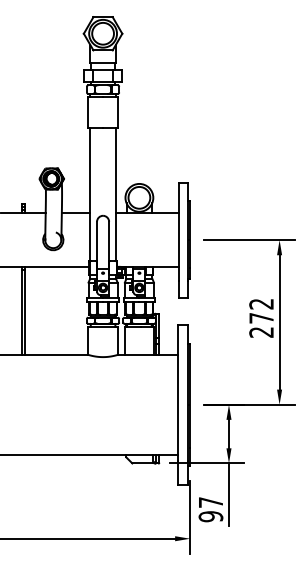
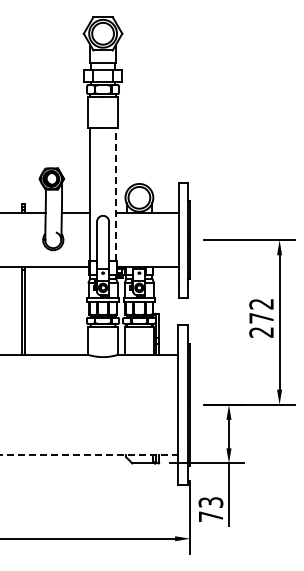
line at (115, 194): solid -> dashed
line at (89, 454): solid -> dashed
text at (210, 509): 97 -> 73
